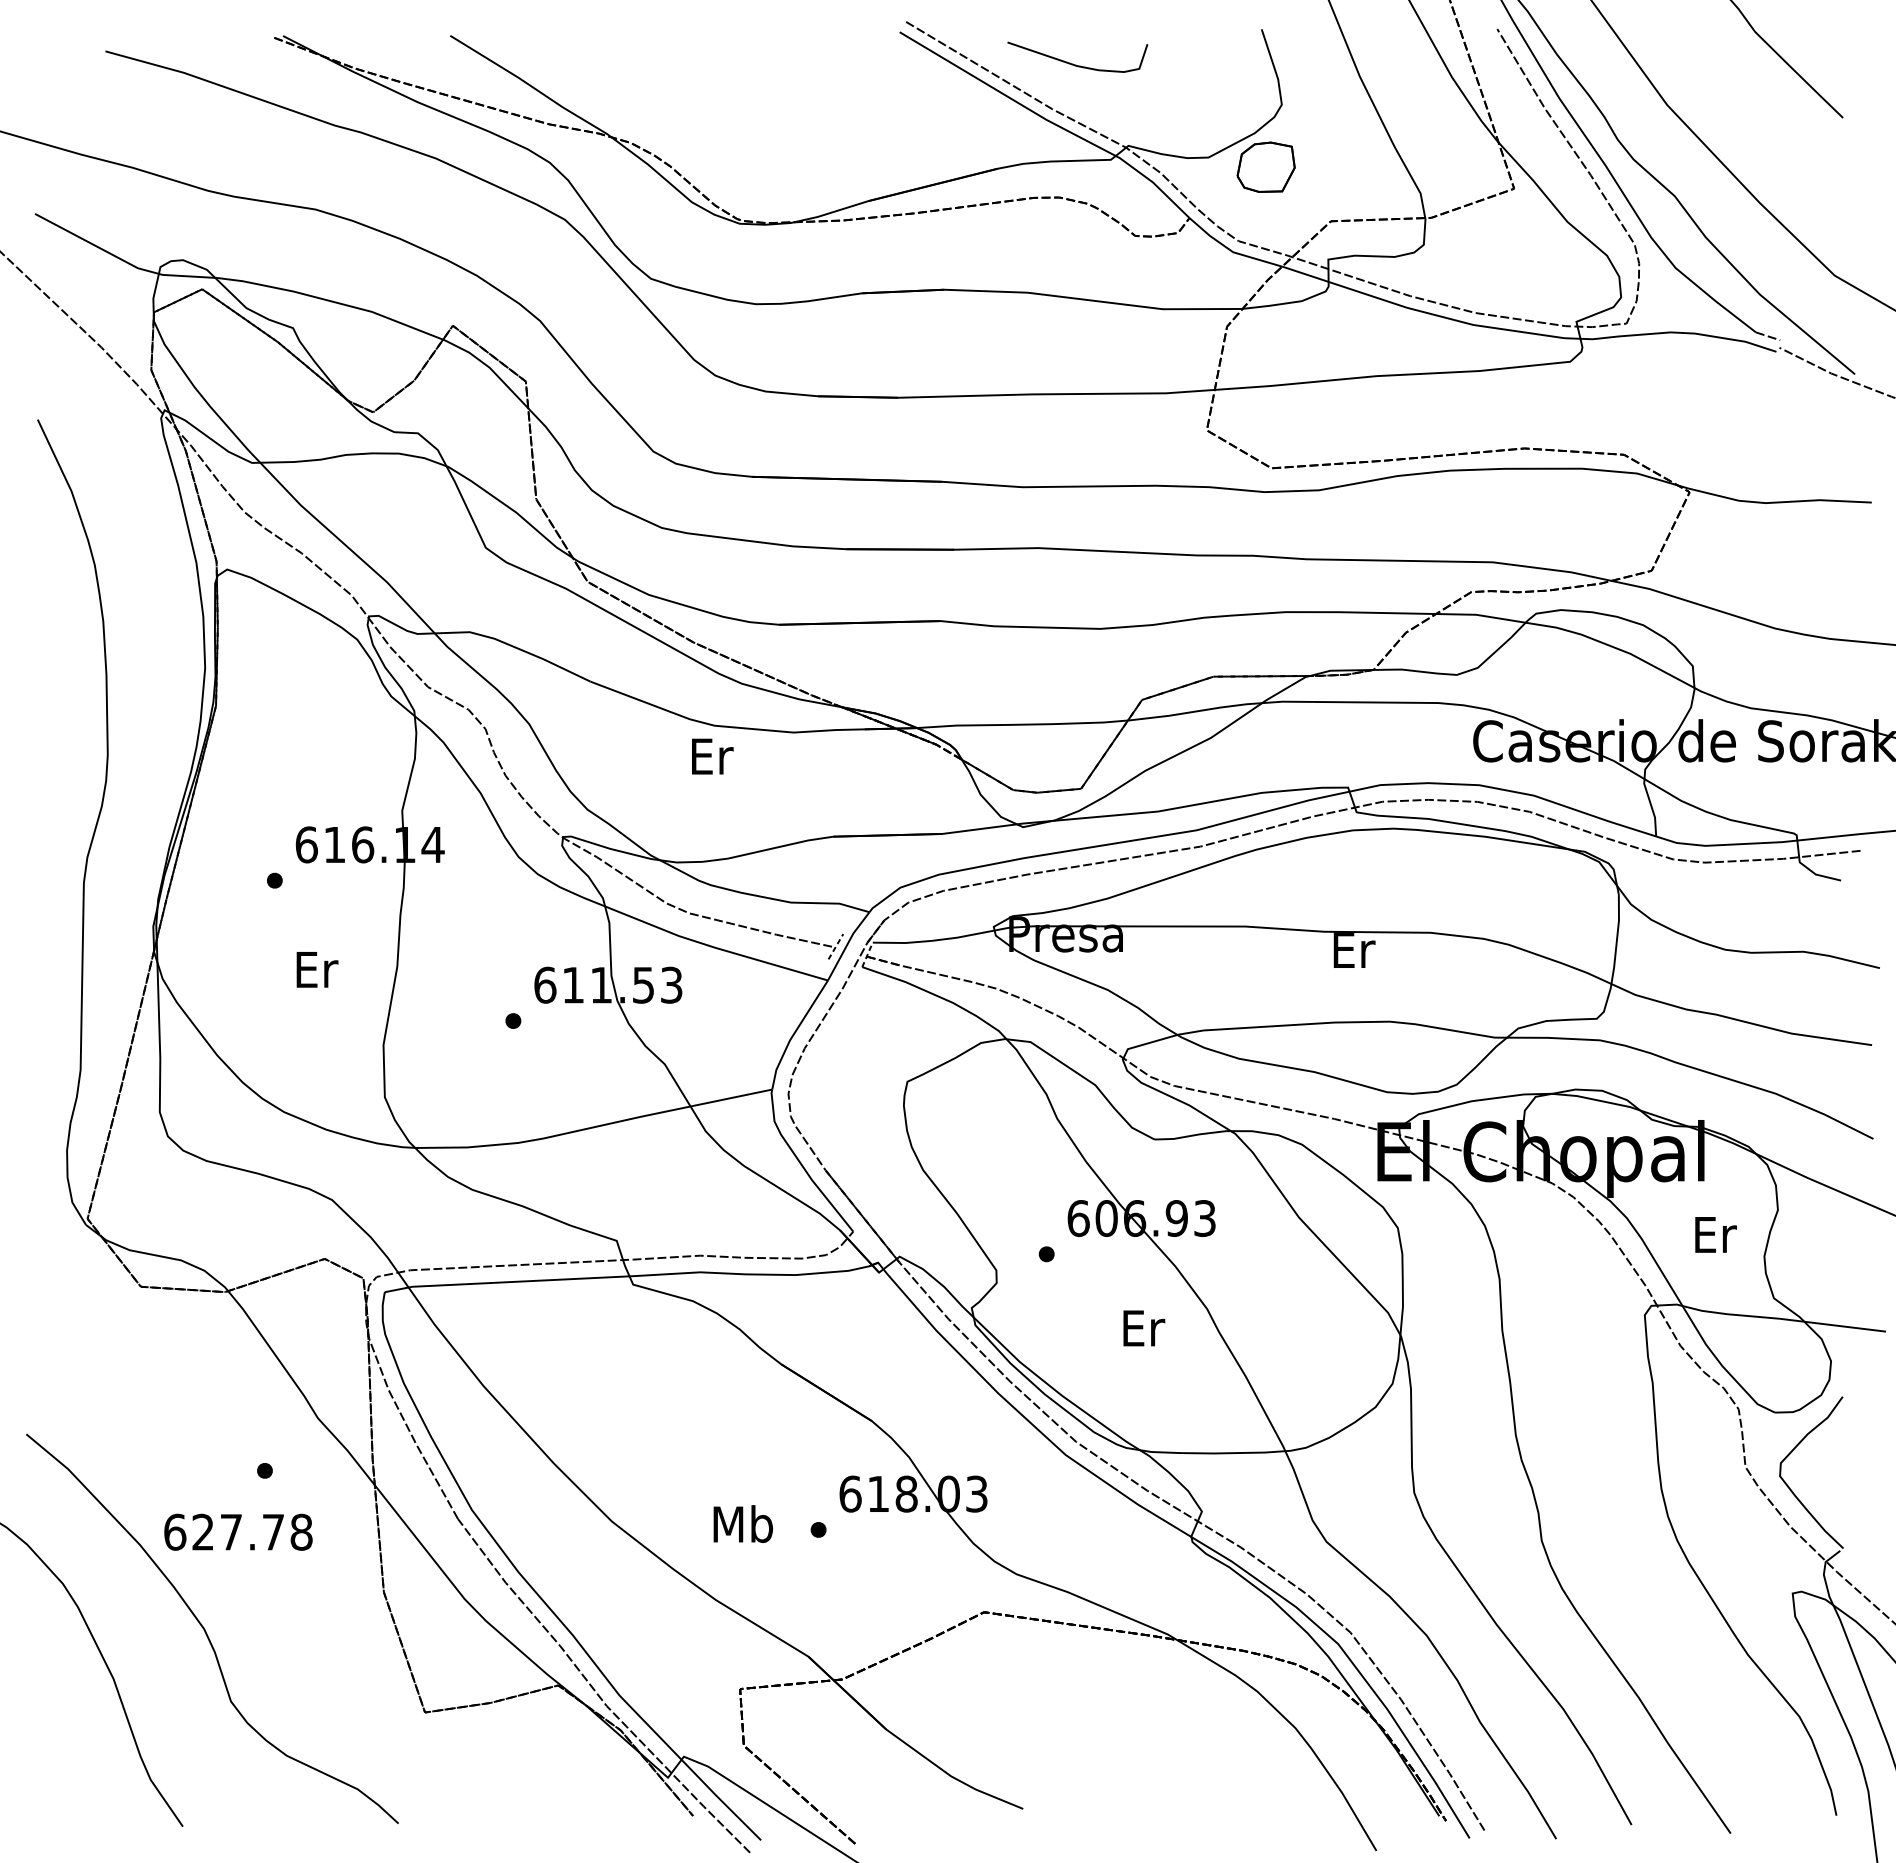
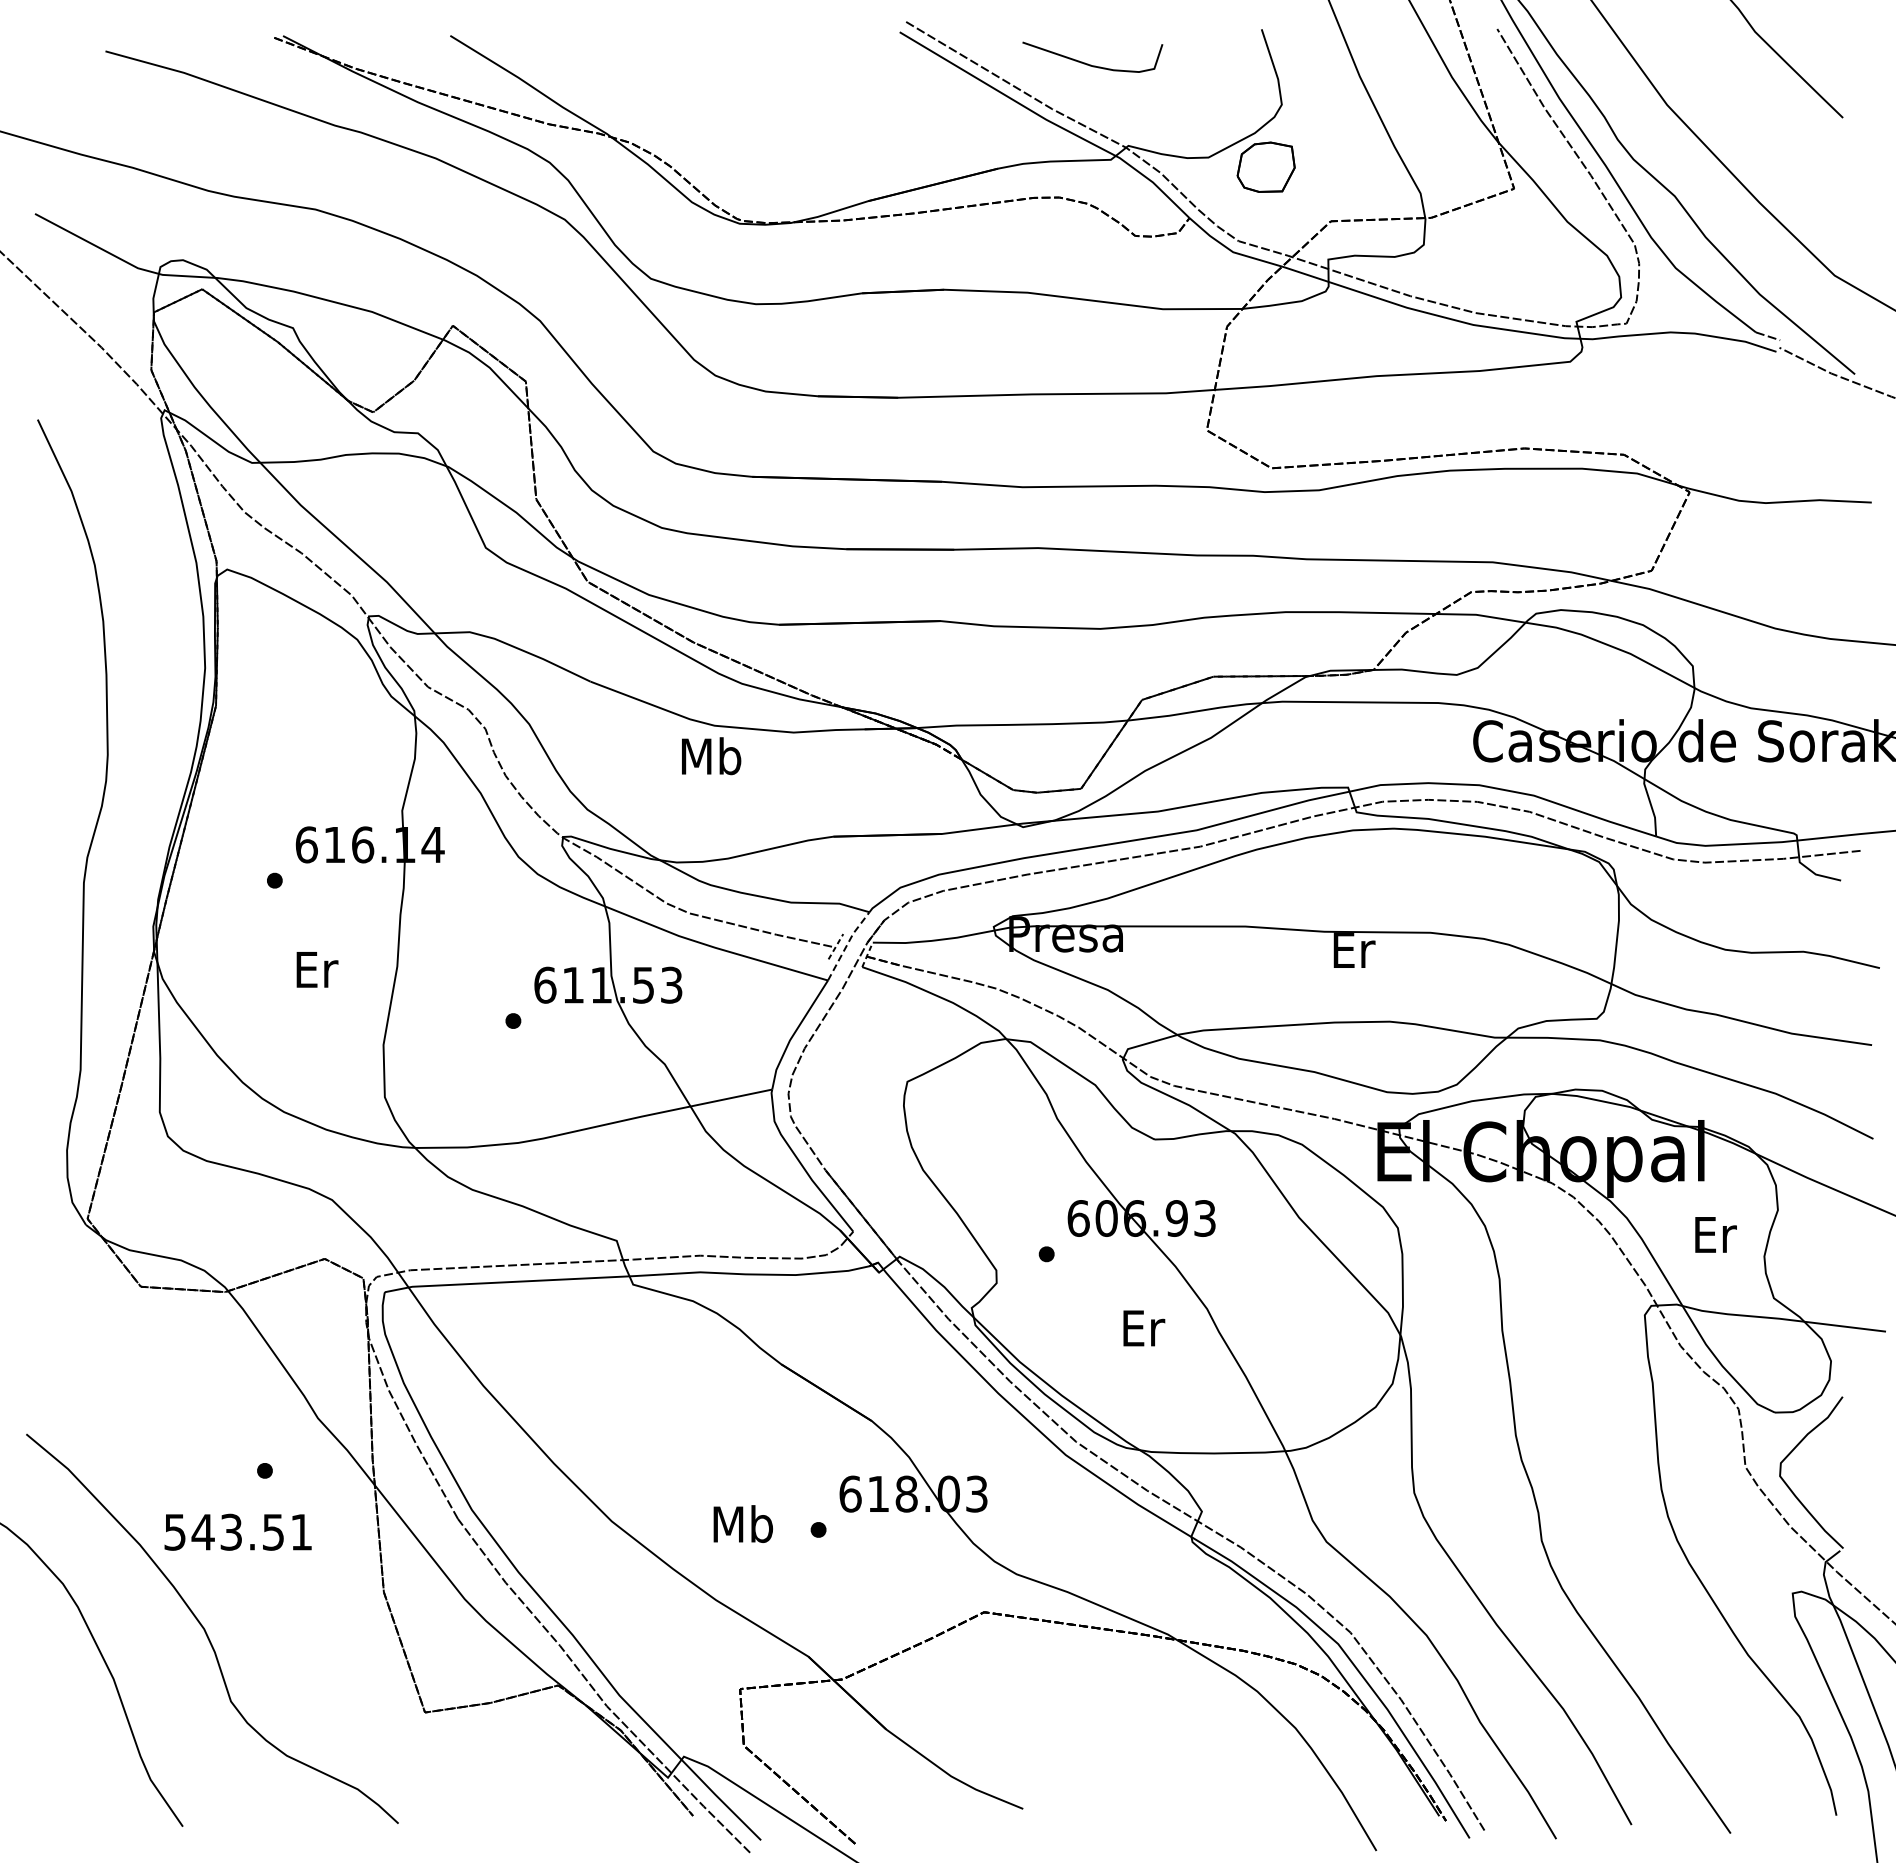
curve at (1073, 63) position: (1073, 63) -> (1088, 63)
text at (711, 756): Er -> Mb
line at (847, 944): solid -> dashed
text at (238, 1531): 627.78 -> 543.51
